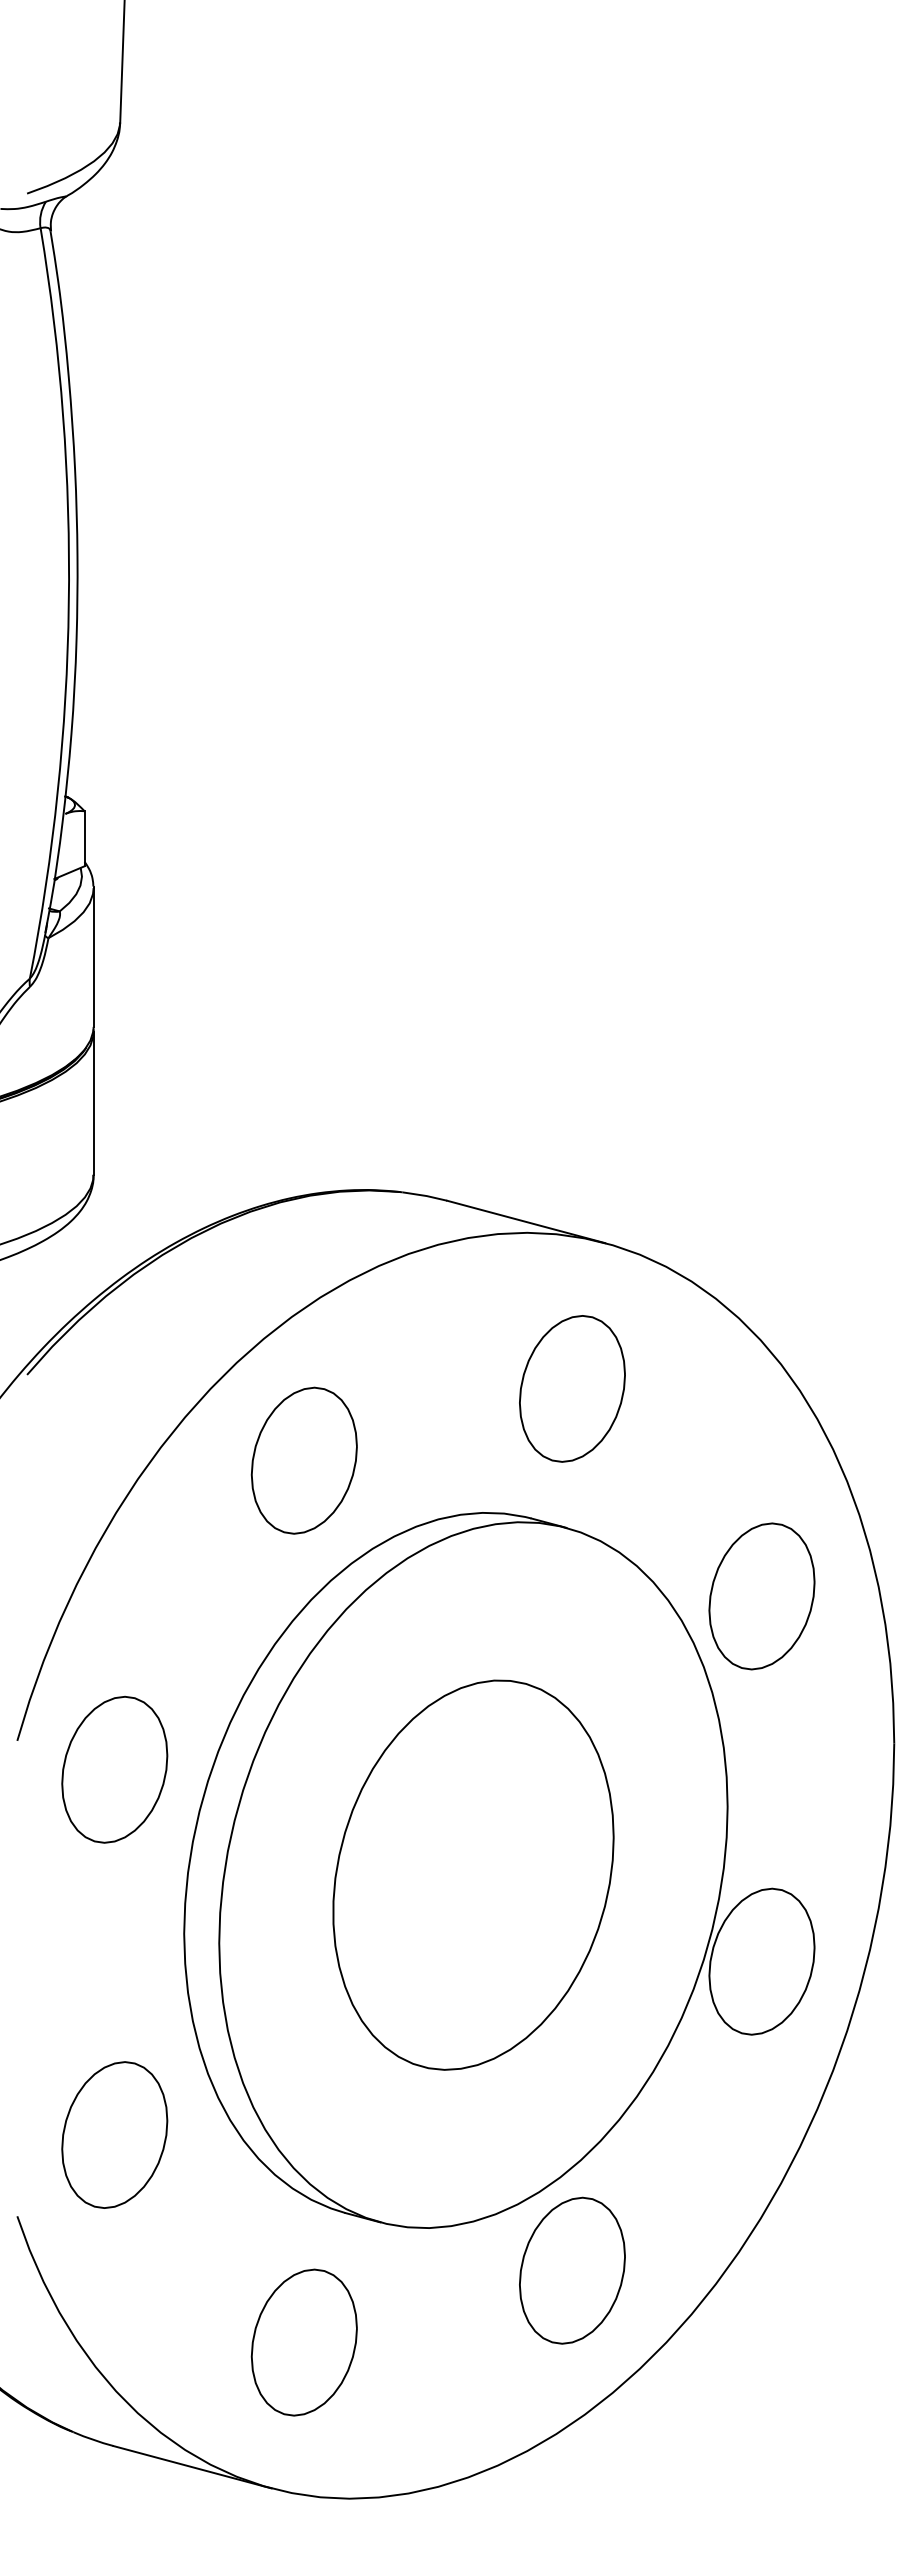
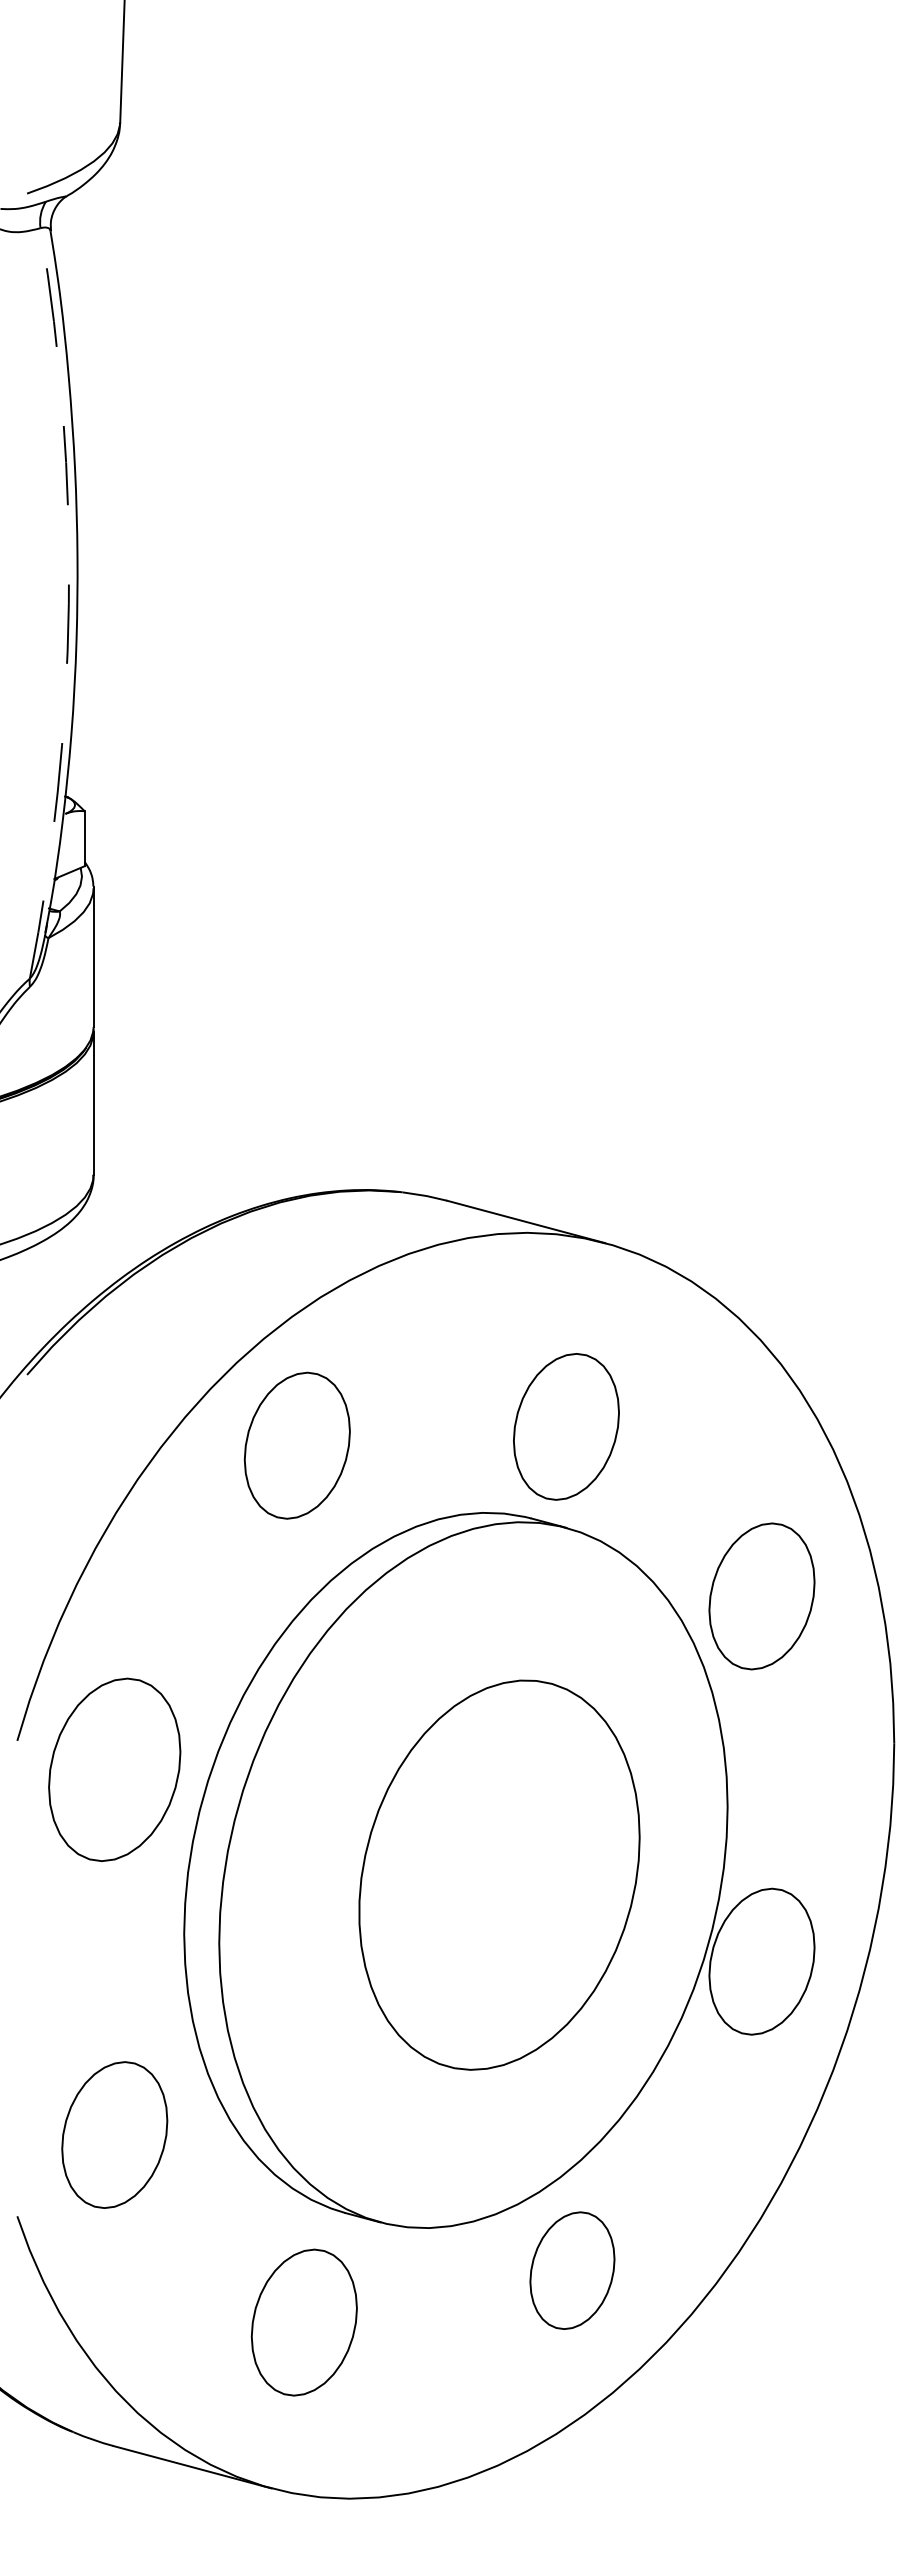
arc at (68, 603): solid -> dashed
part at (572, 1388) position: (572, 1388) -> (566, 1426)
part at (303, 1460) position: (303, 1460) -> (296, 1445)
part at (114, 1769) size: 108x149 px -> 134x185 px
part at (473, 1874) position: (473, 1874) -> (499, 1874)
part at (572, 2270) size: 107x149 px -> 87x119 px
part at (303, 2342) position: (303, 2342) -> (303, 2322)
